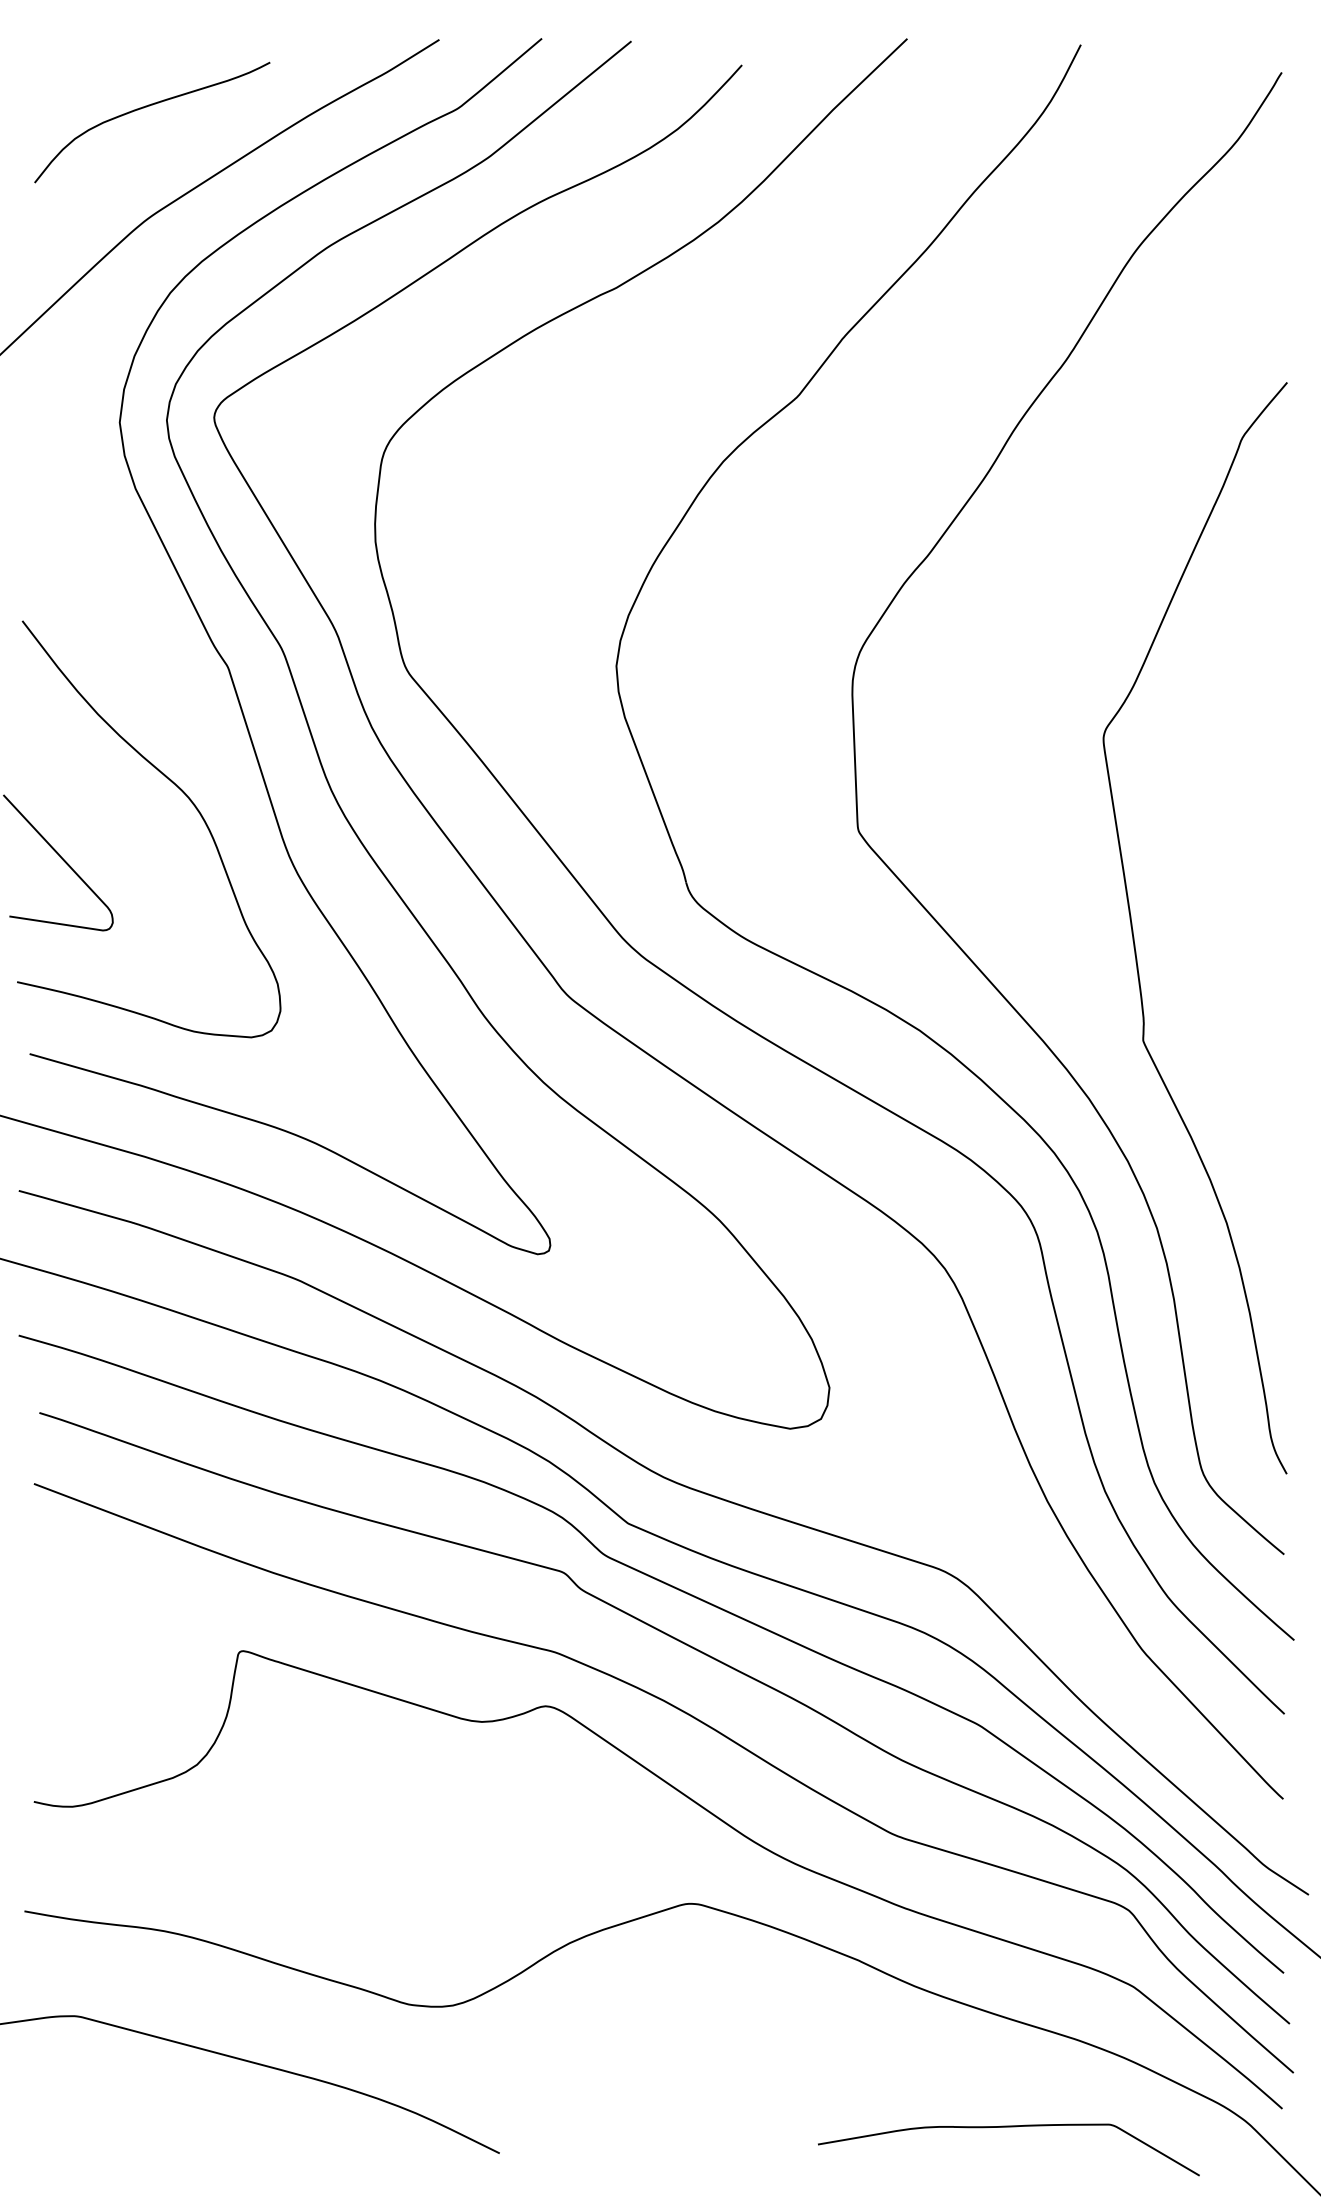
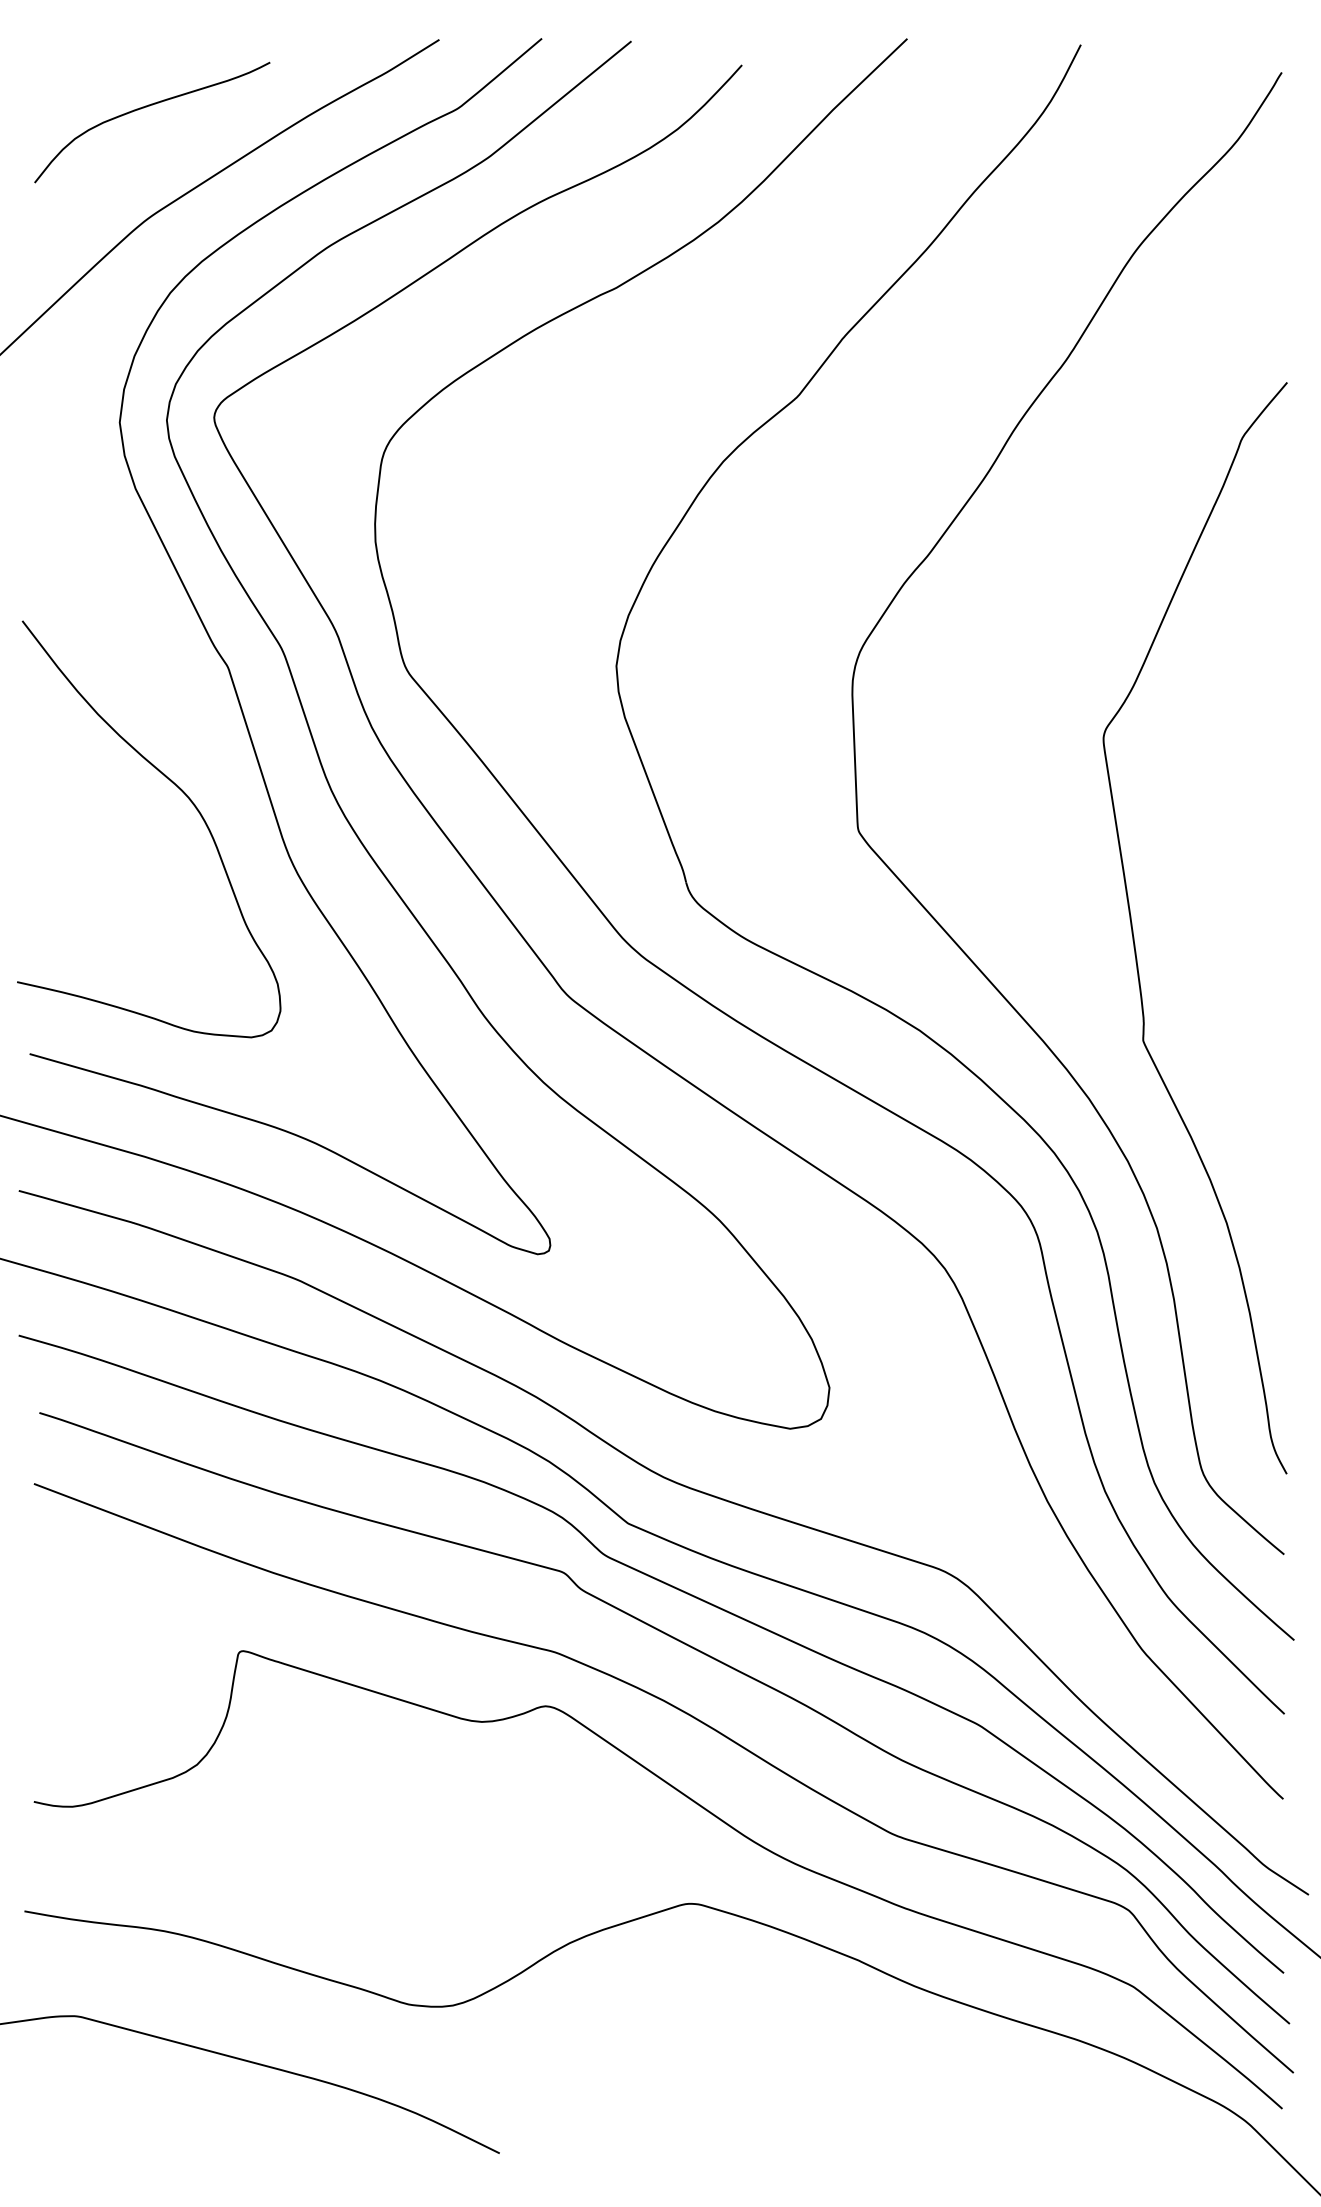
curve at (61, 859): present -> none
curve at (1008, 2127): present -> none
